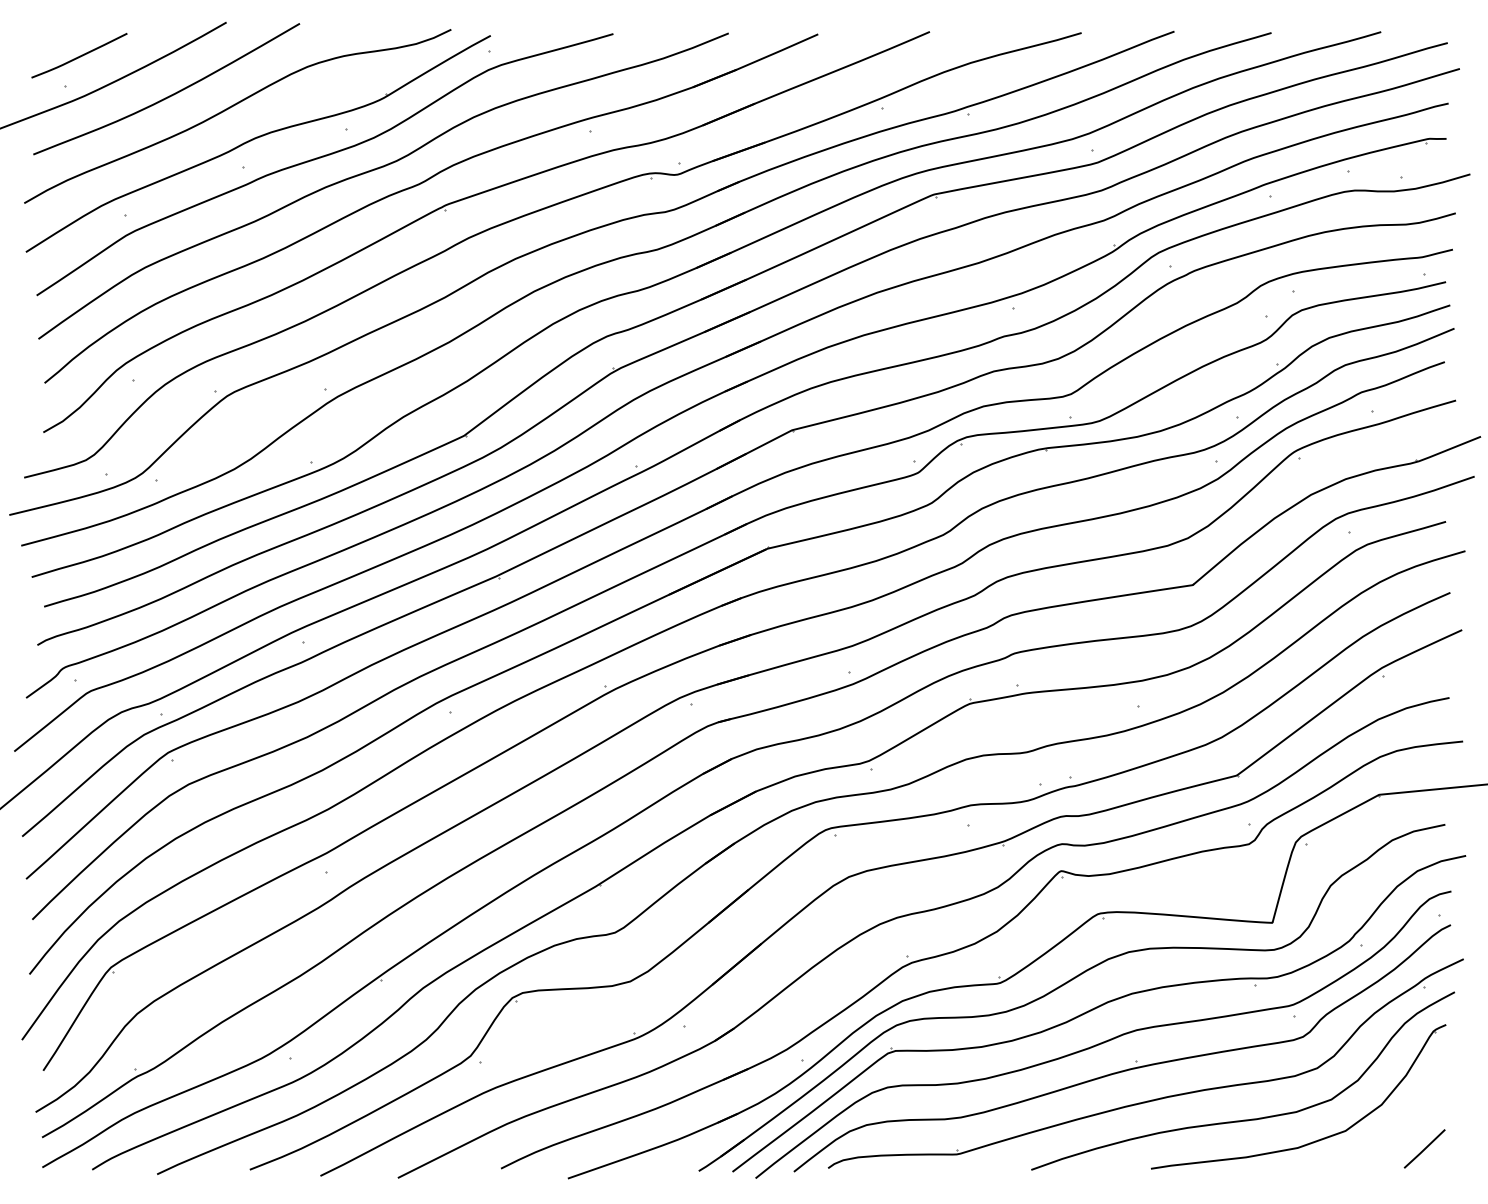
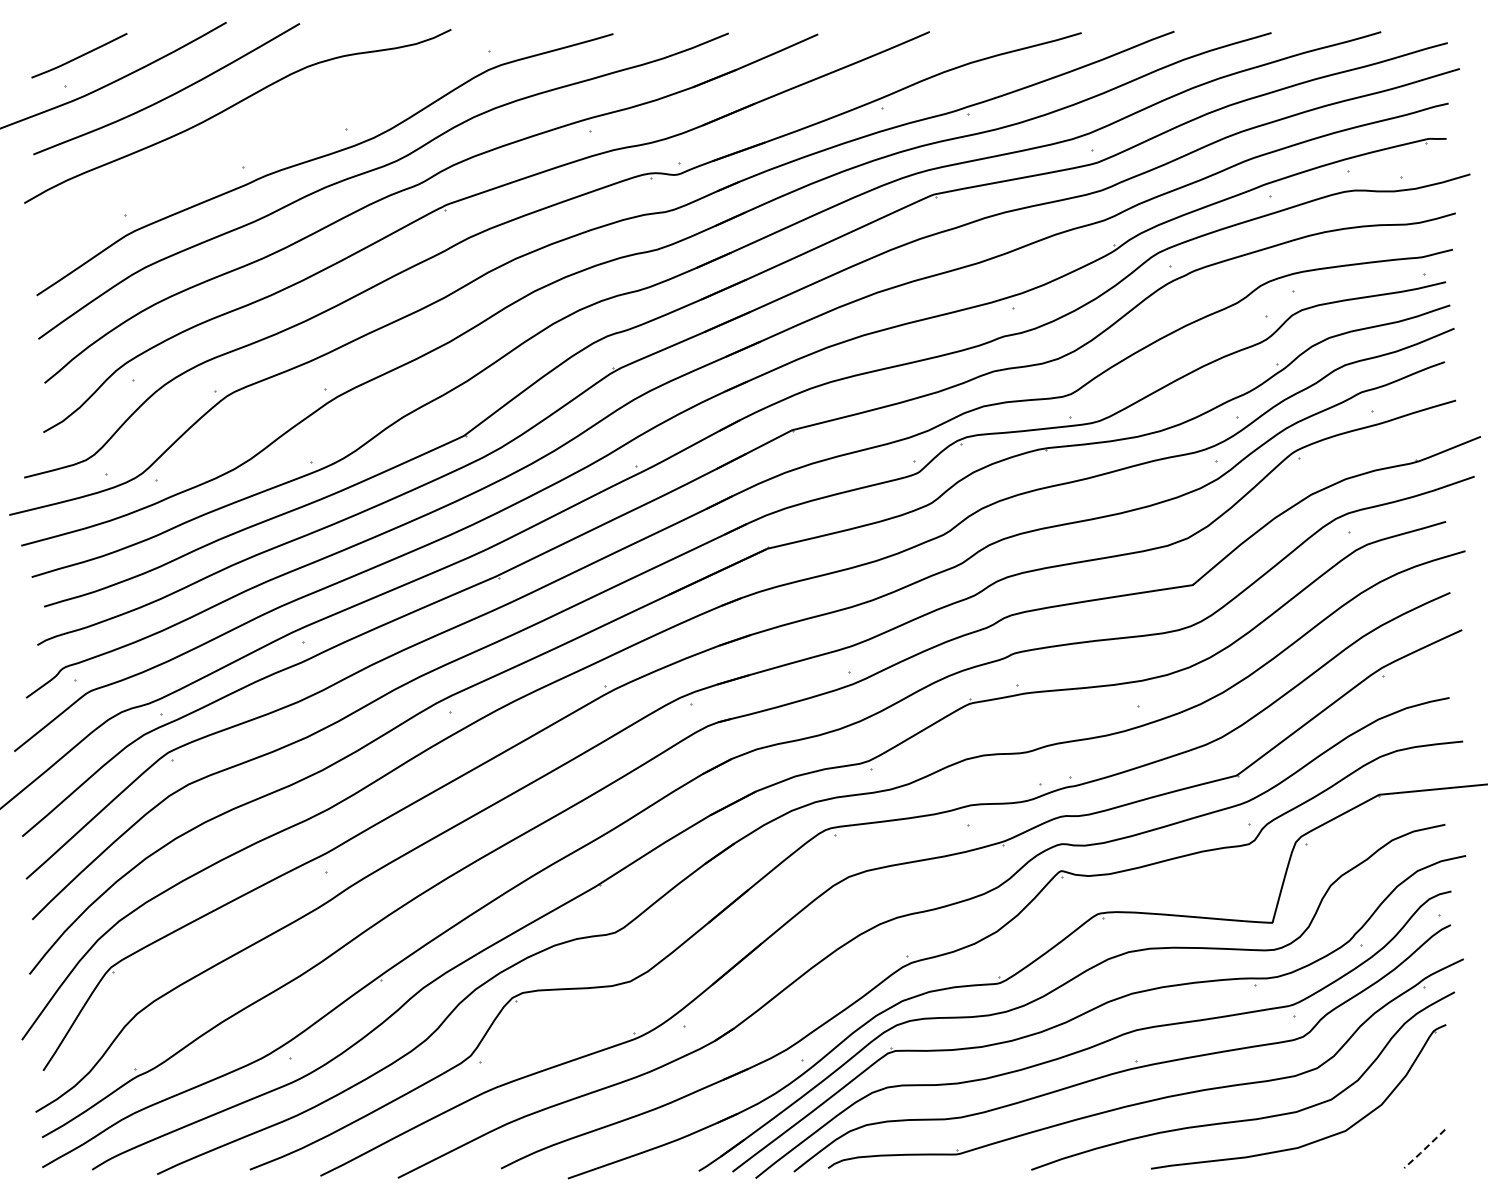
part at (257, 143): present -> none
line at (1424, 1149): solid -> dashed
